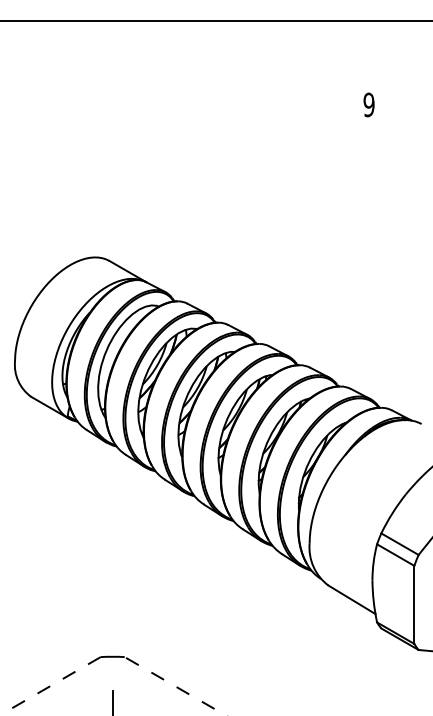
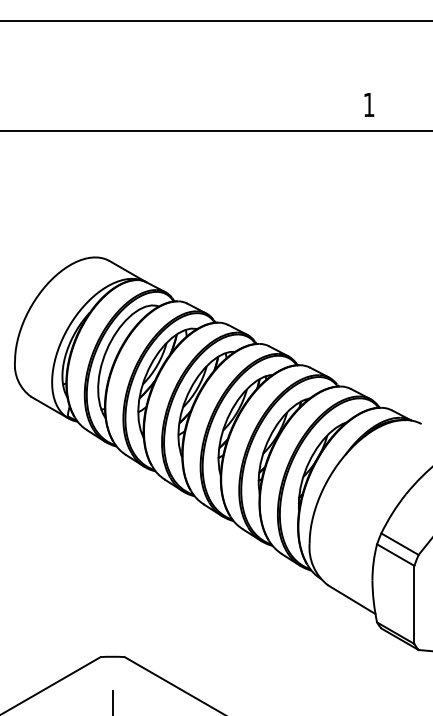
text at (368, 104): 9 -> 1
line at (215, 130): none -> present
line at (50, 685): dashed -> solid
line at (175, 686): dashed -> solid
